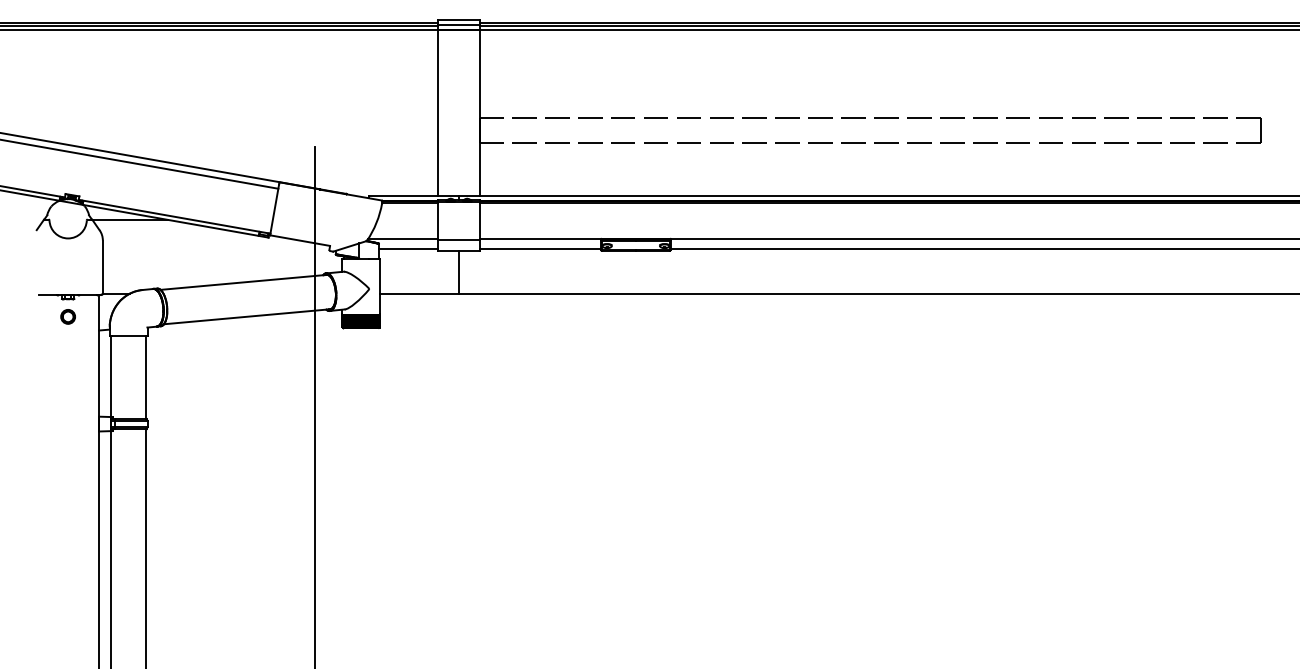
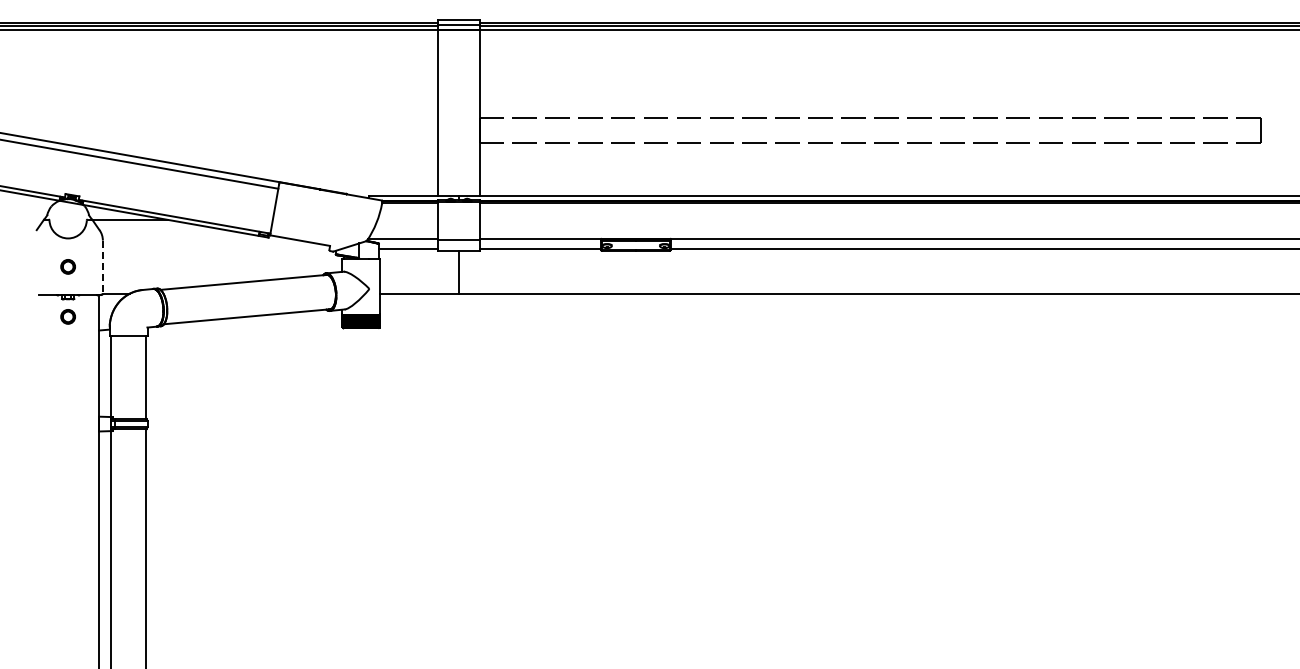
circle at (67, 266): none -> present
line at (102, 267): solid -> dashed
line at (315, 406): present -> none
